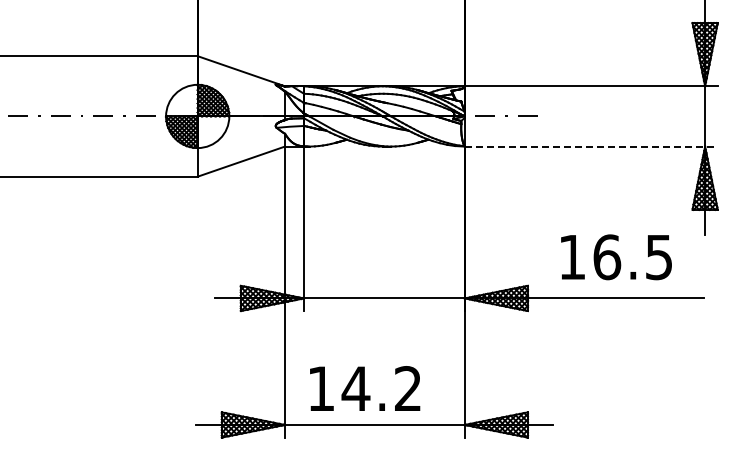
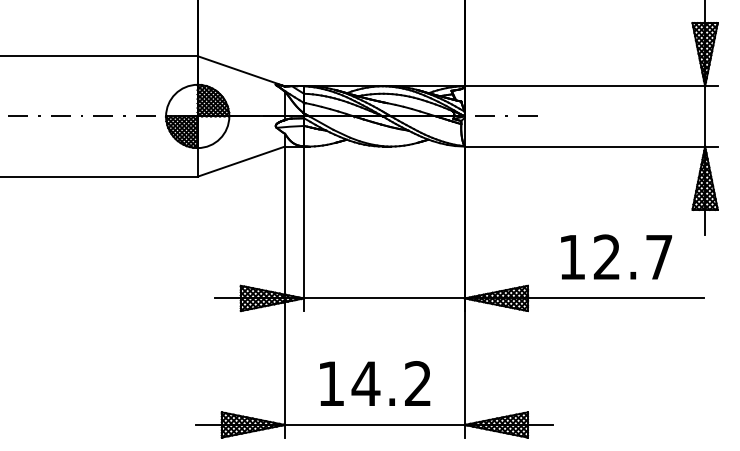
line at (591, 146): dashed -> solid
text at (632, 257): 16.5 -> 12.7
text at (365, 388) position: (365, 388) -> (375, 383)
